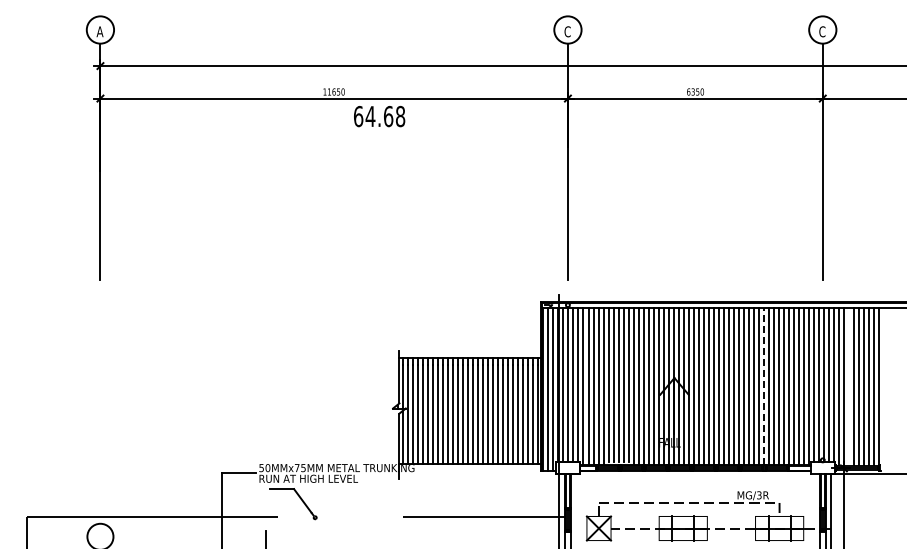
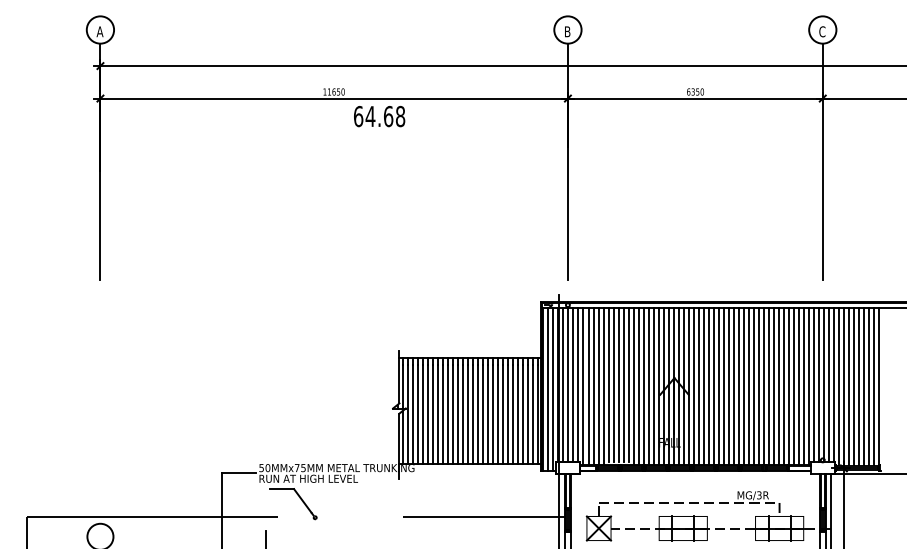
text at (567, 31): C -> B
line at (764, 386): dashed -> solid
line at (849, 386): none -> present
